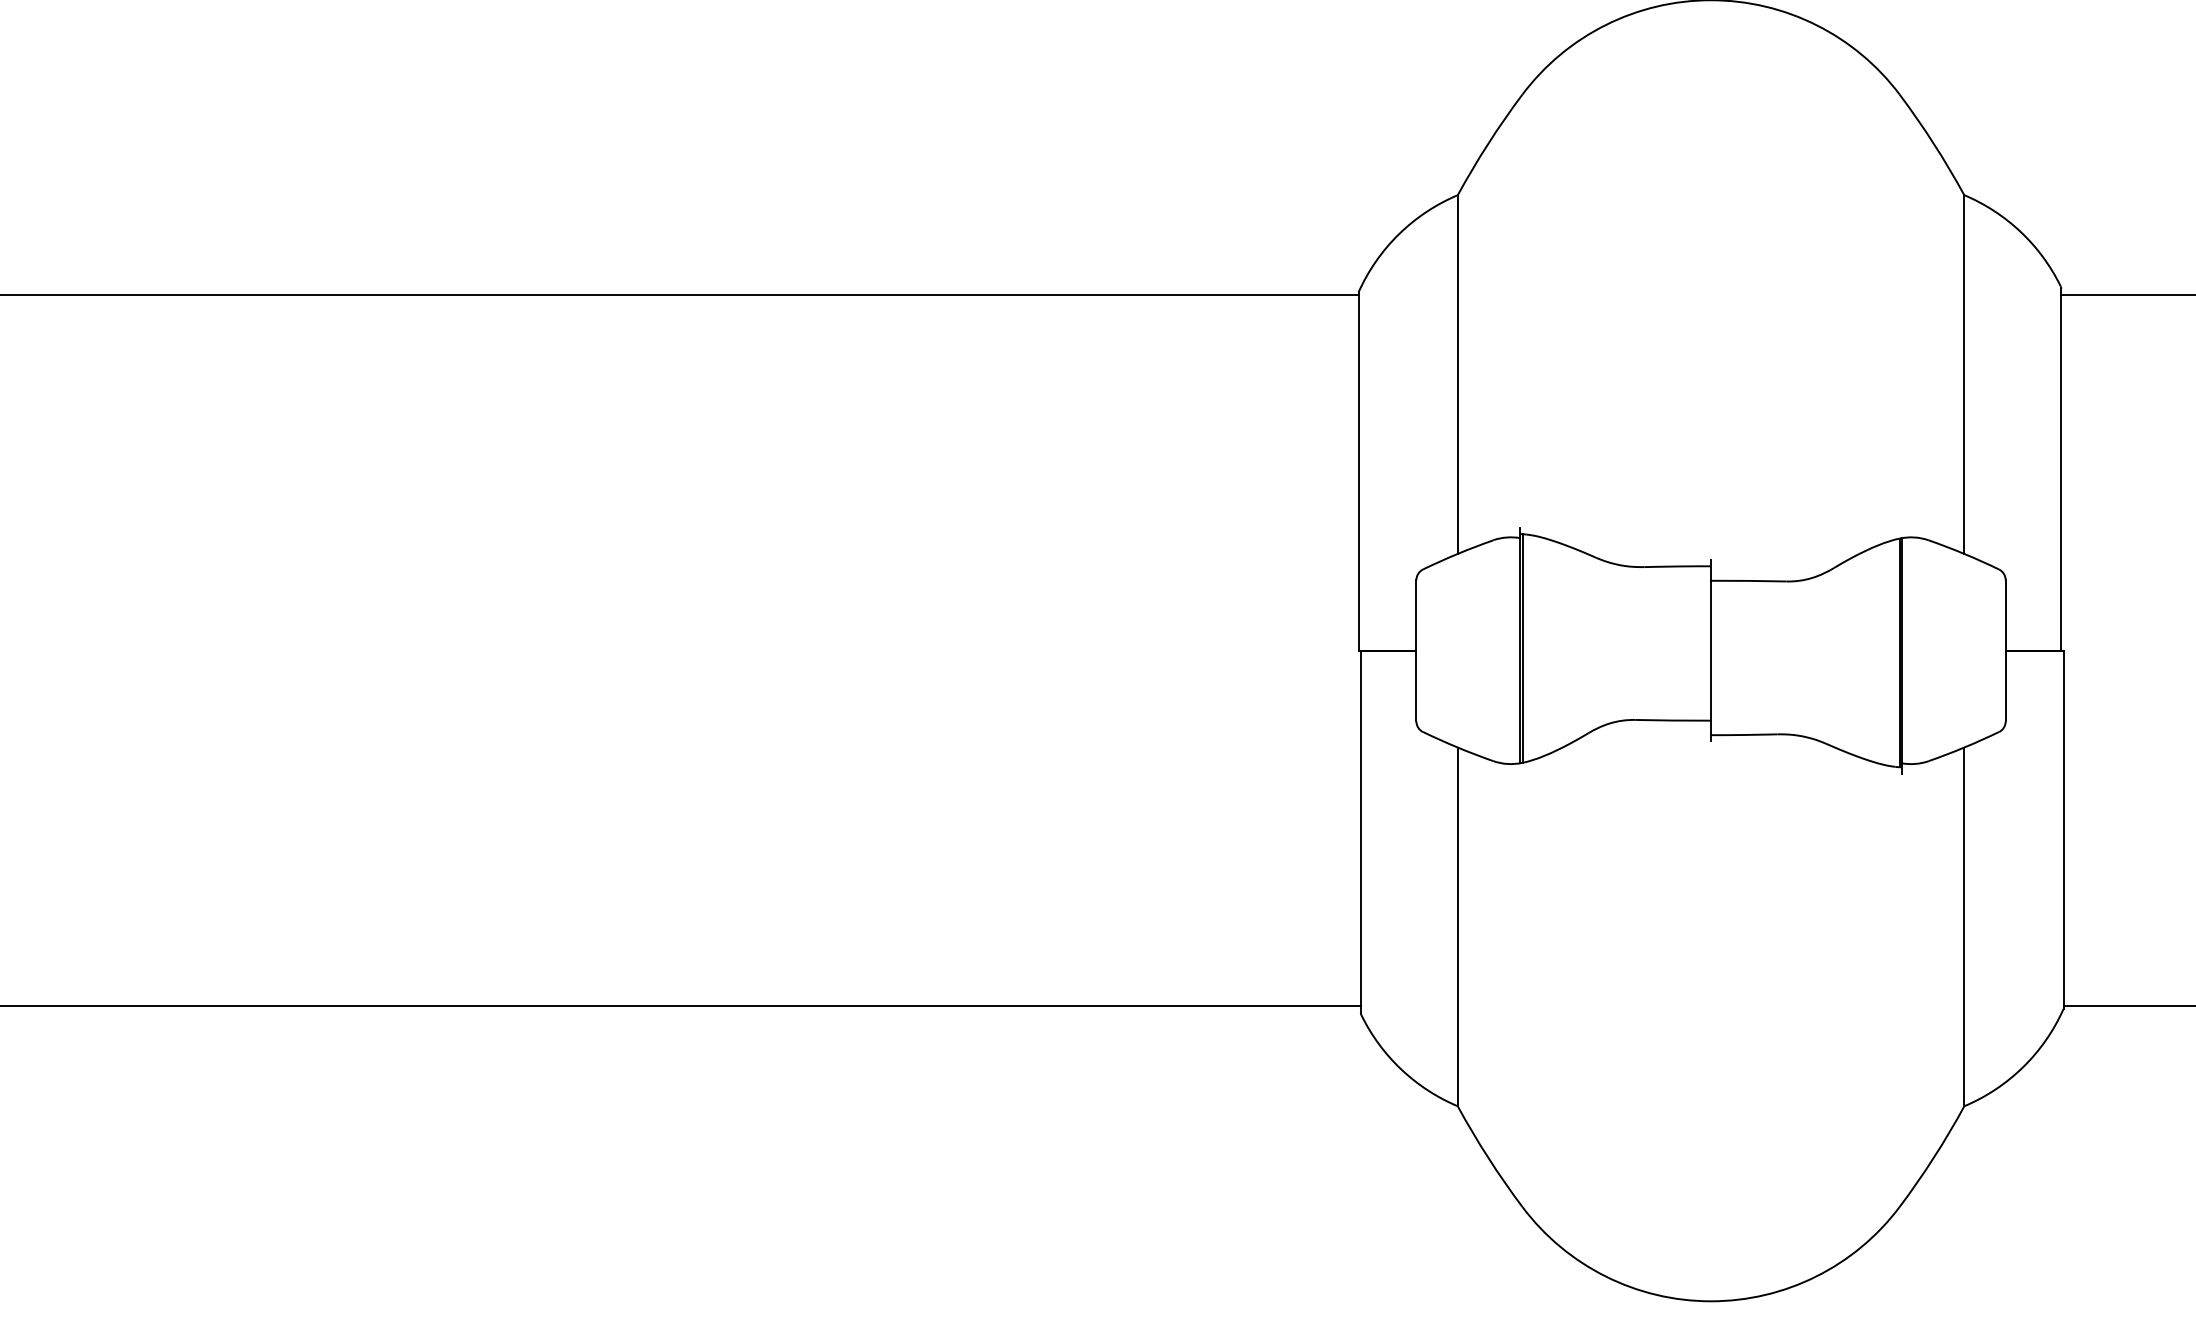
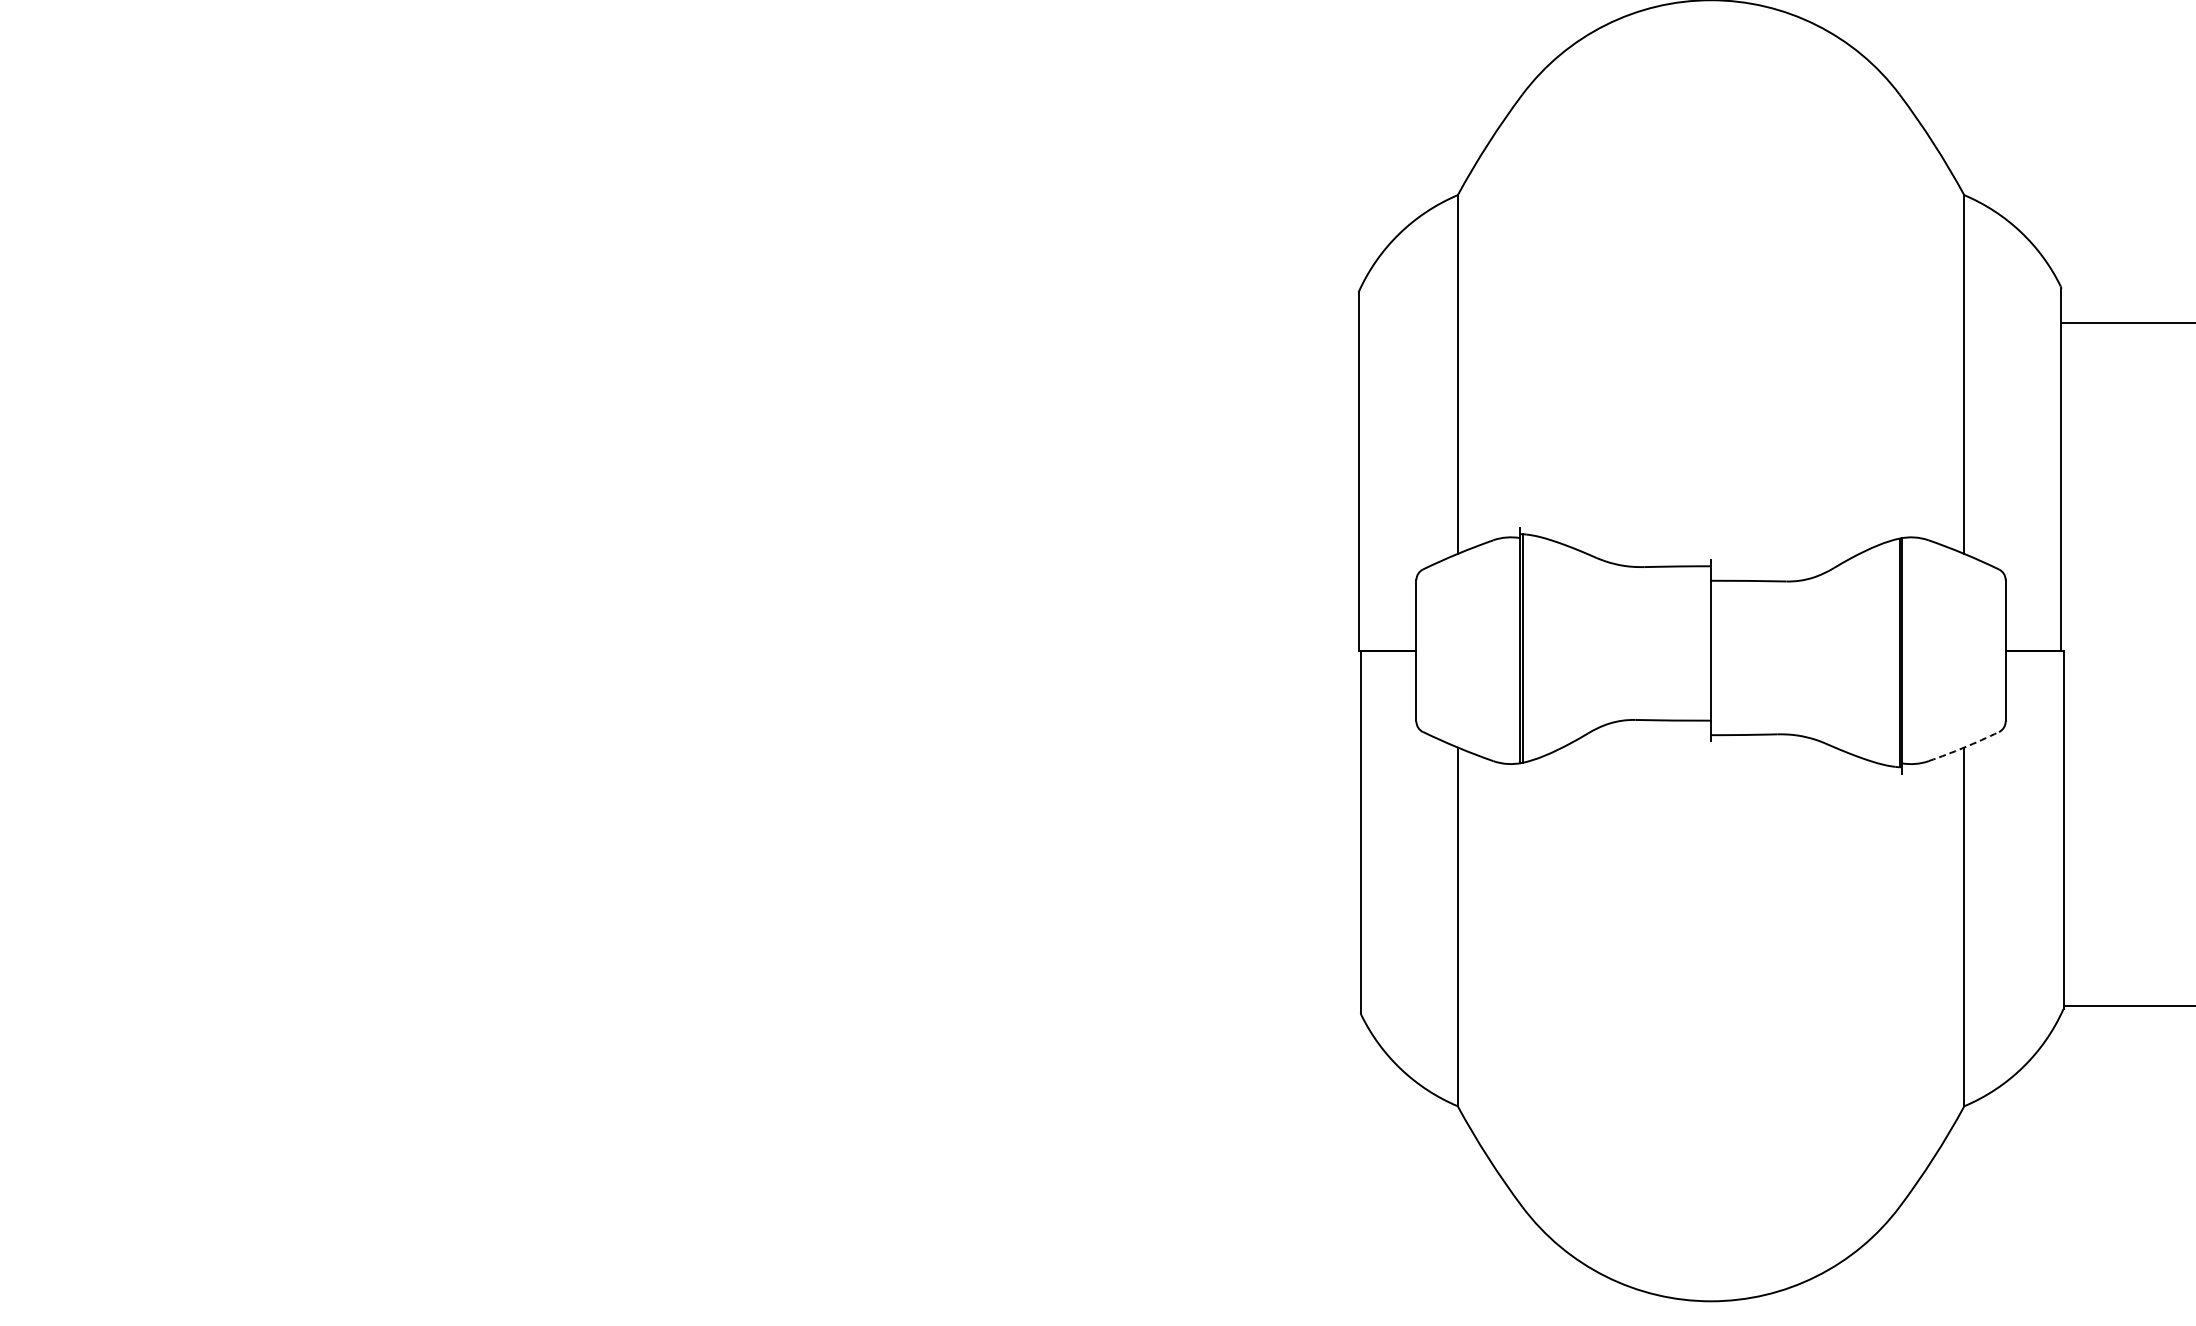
line at (680, 295): present -> none
line at (2126, 295) position: (2126, 295) -> (2126, 323)
arc at (1964, 747): solid -> dashed
line at (681, 1006): present -> none
